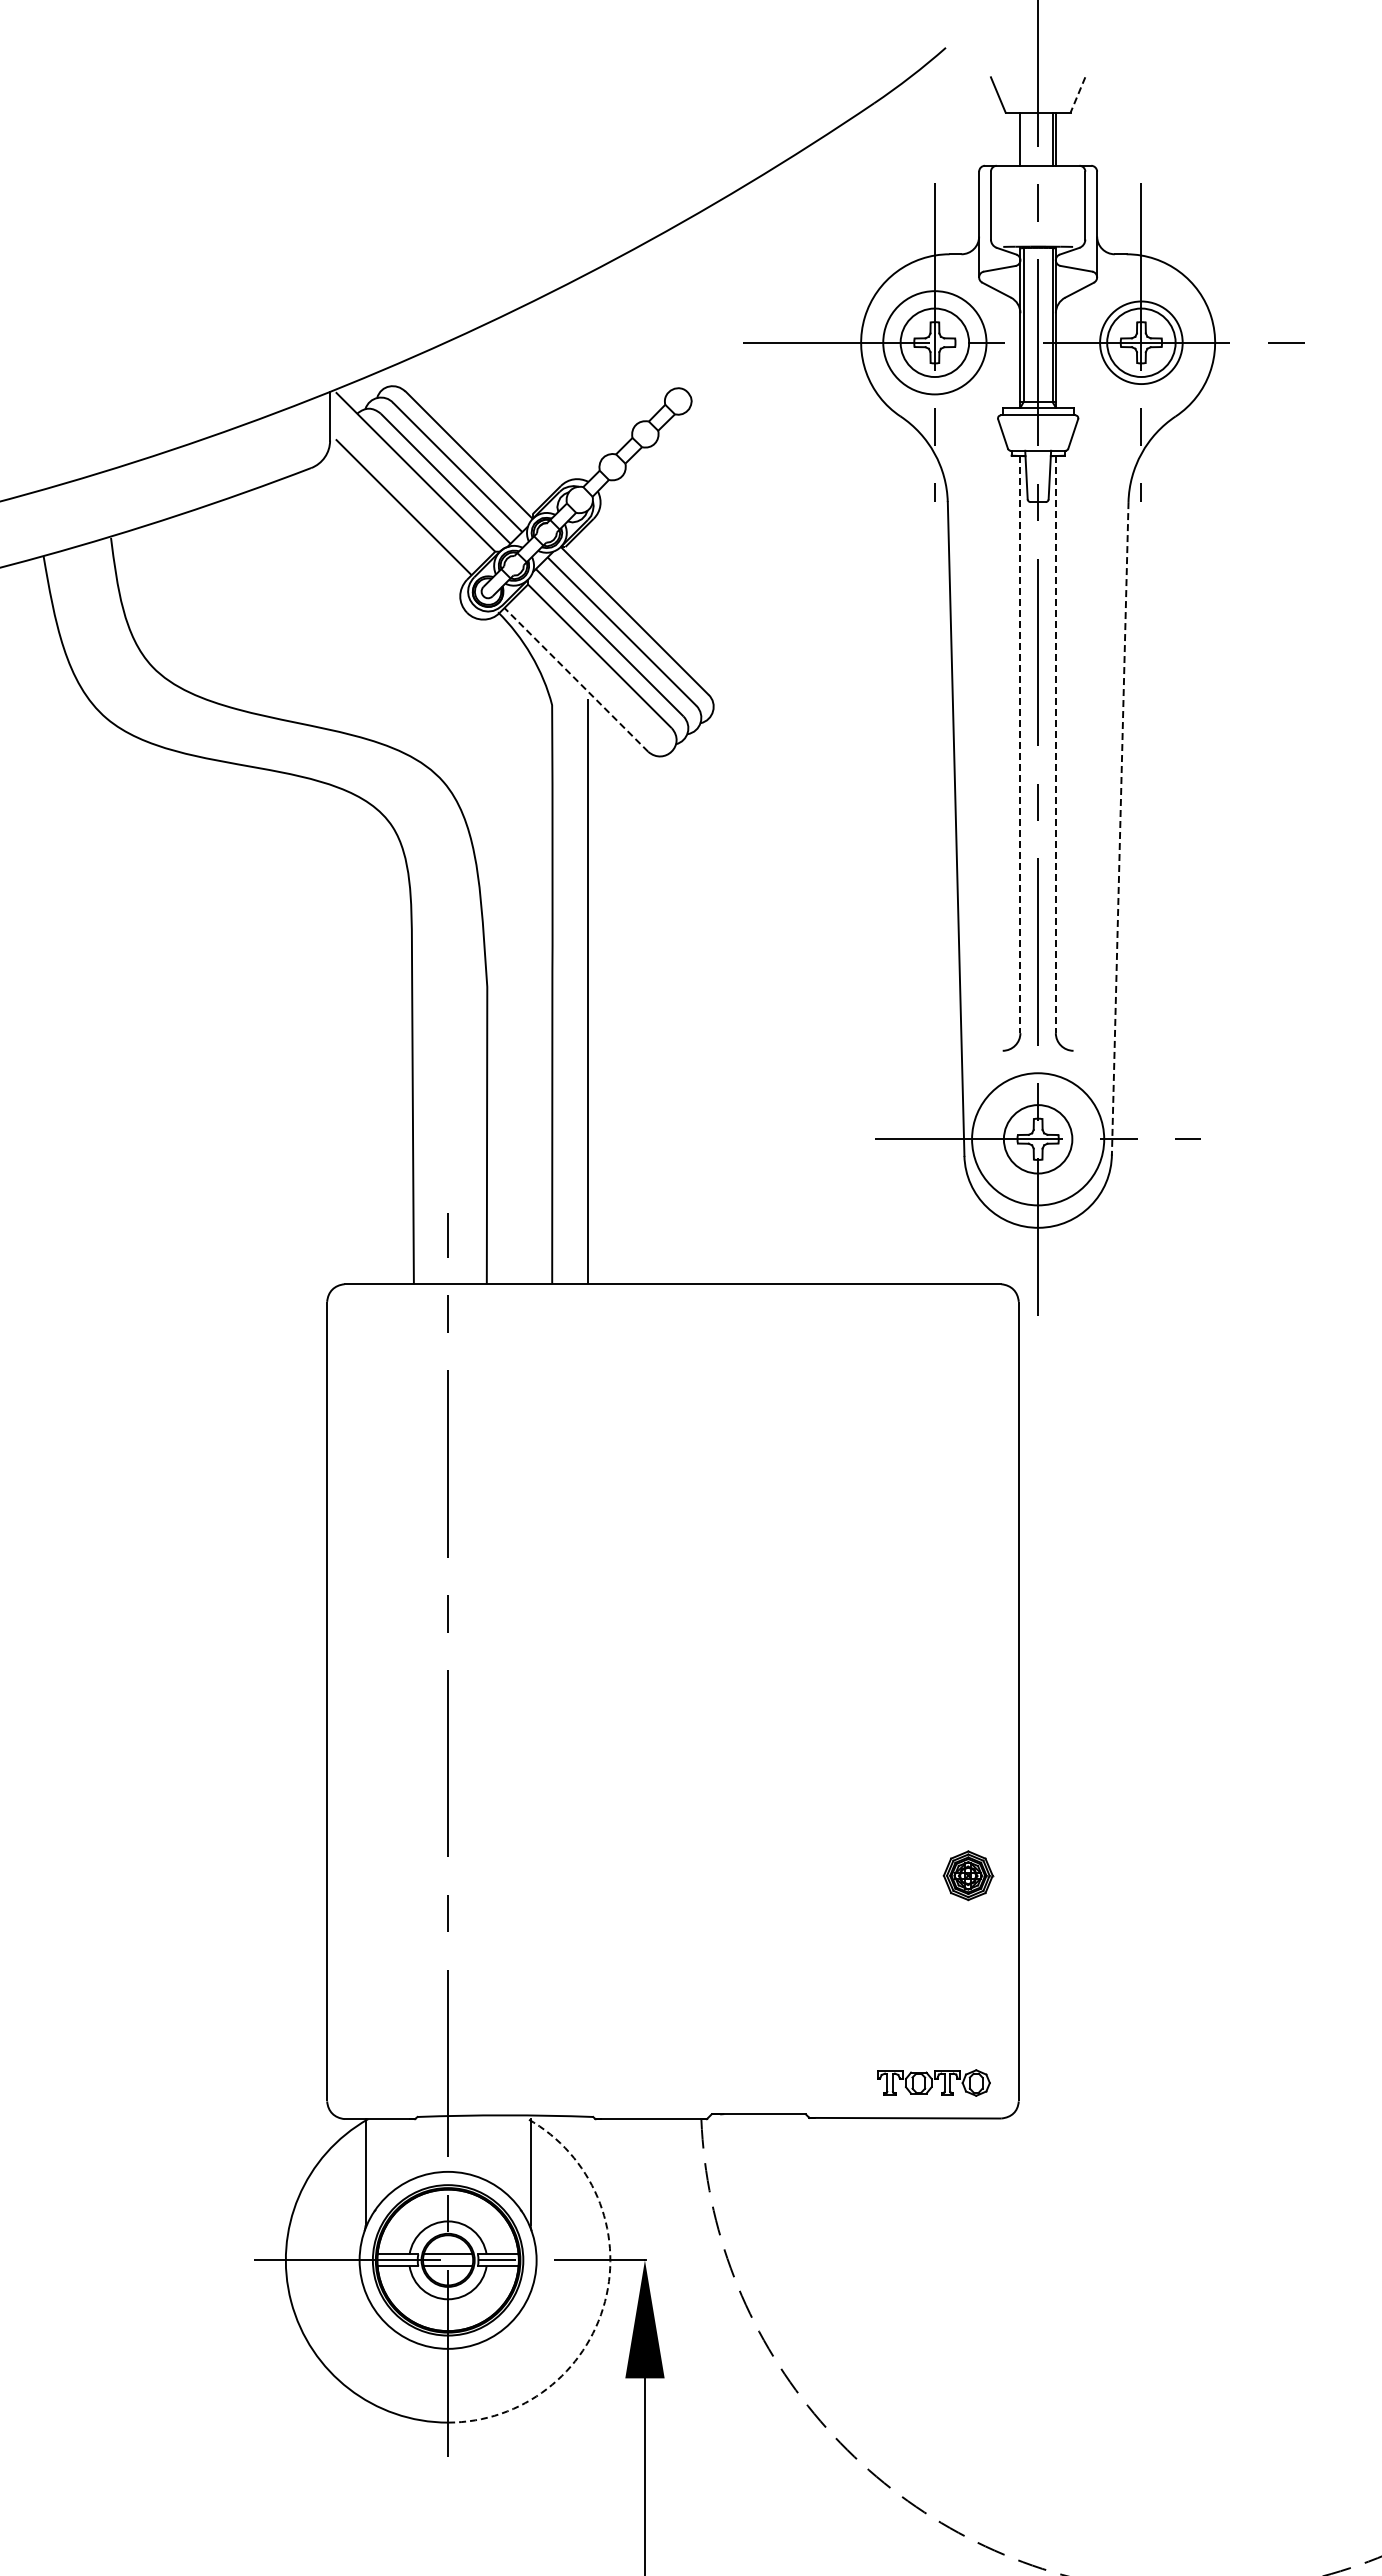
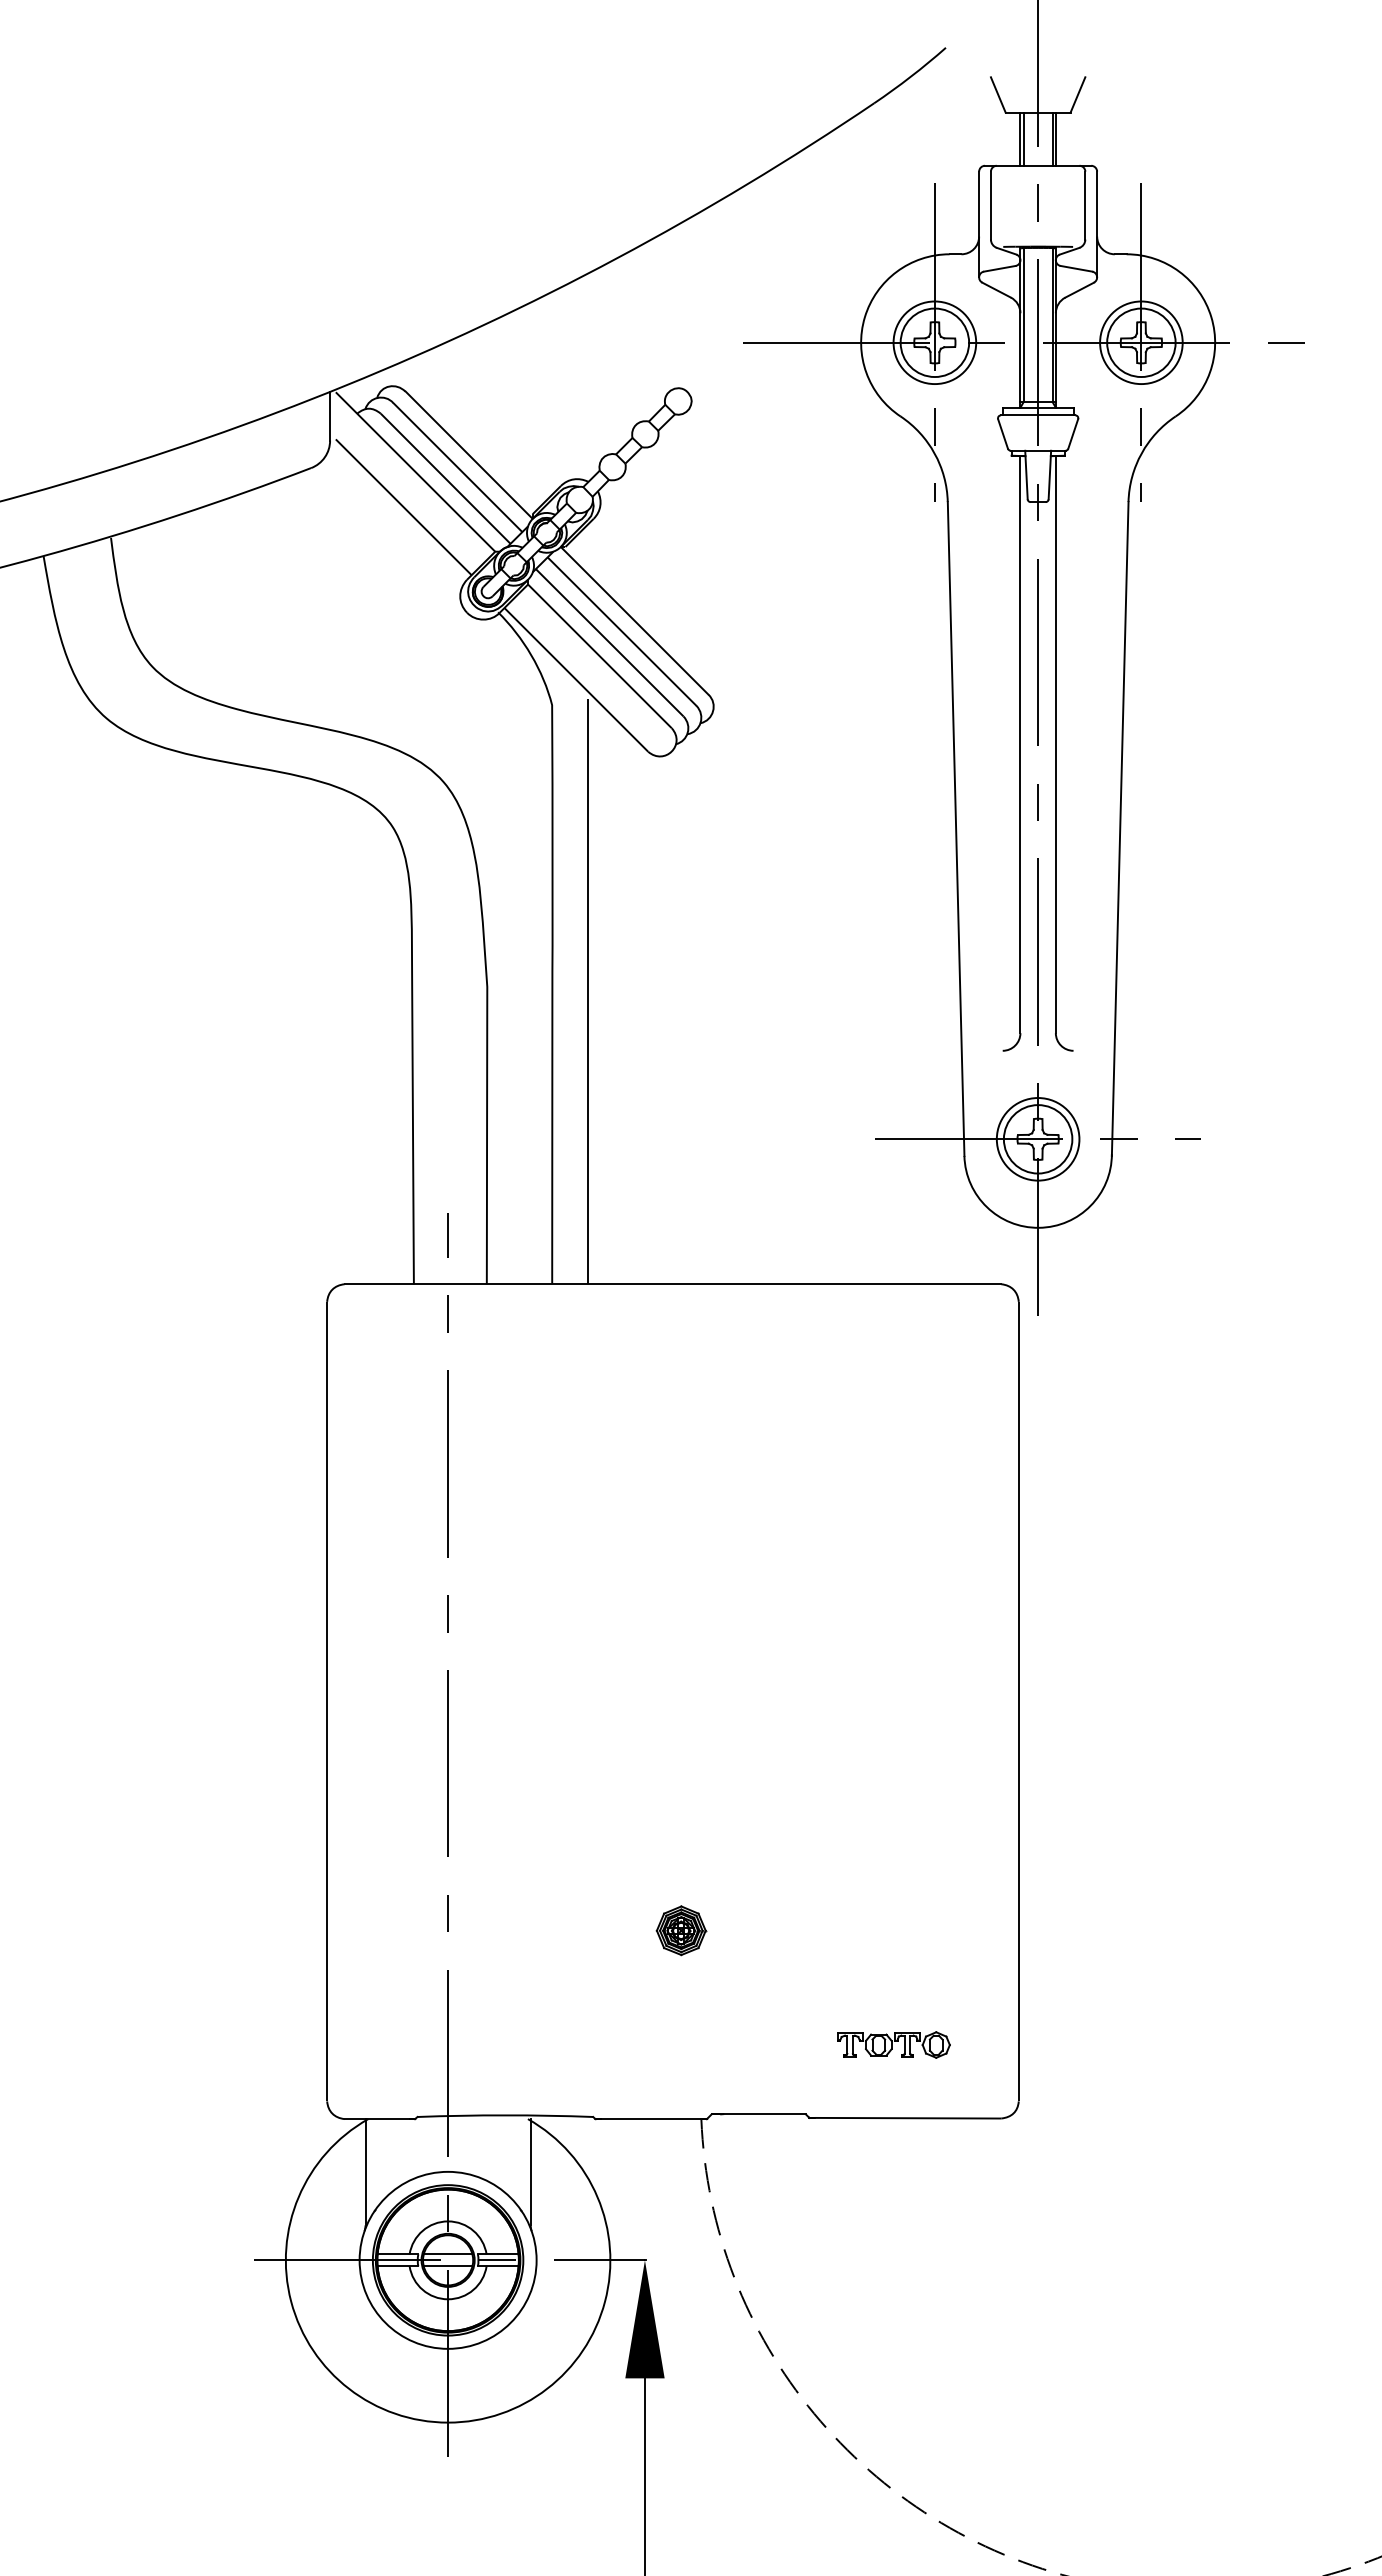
line at (1077, 95): dashed -> solid
line at (1023, 138): none -> present
circle at (934, 342) diameter: 103 px -> 83 px
line at (576, 679): dashed -> solid
line at (1020, 744): dashed -> solid
line at (1055, 744): dashed -> solid
line at (1120, 829): dashed -> solid
circle at (1038, 1139) diameter: 132 px -> 83 px
part at (968, 1875) position: (968, 1875) -> (681, 1930)
part at (933, 2082) position: (933, 2082) -> (893, 2044)
arc at (605, 2301): dashed -> solid
